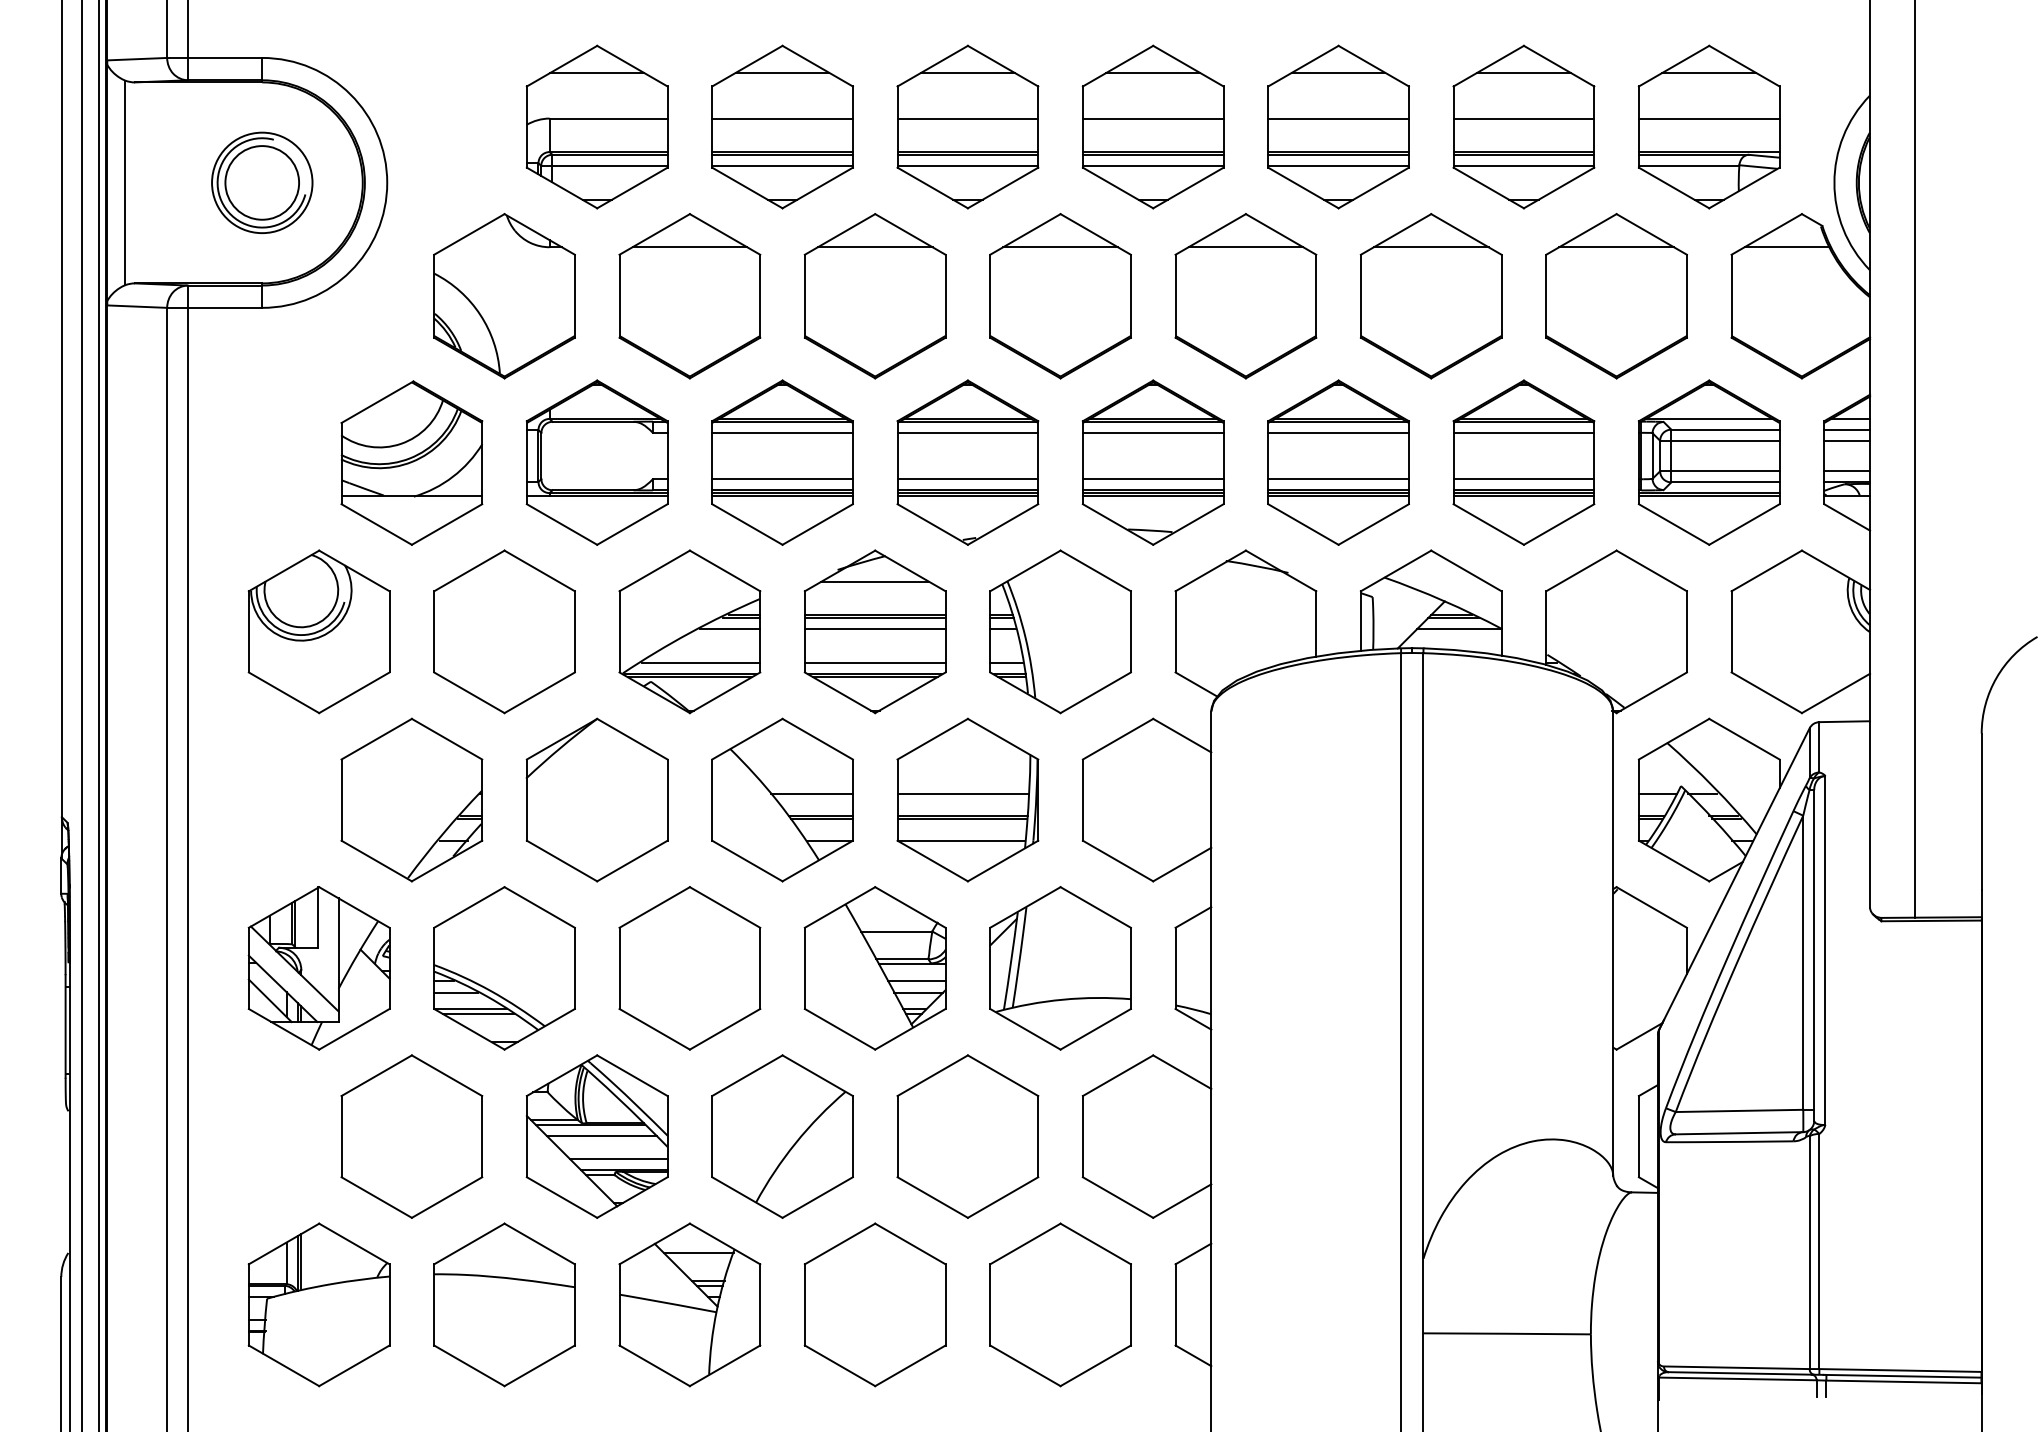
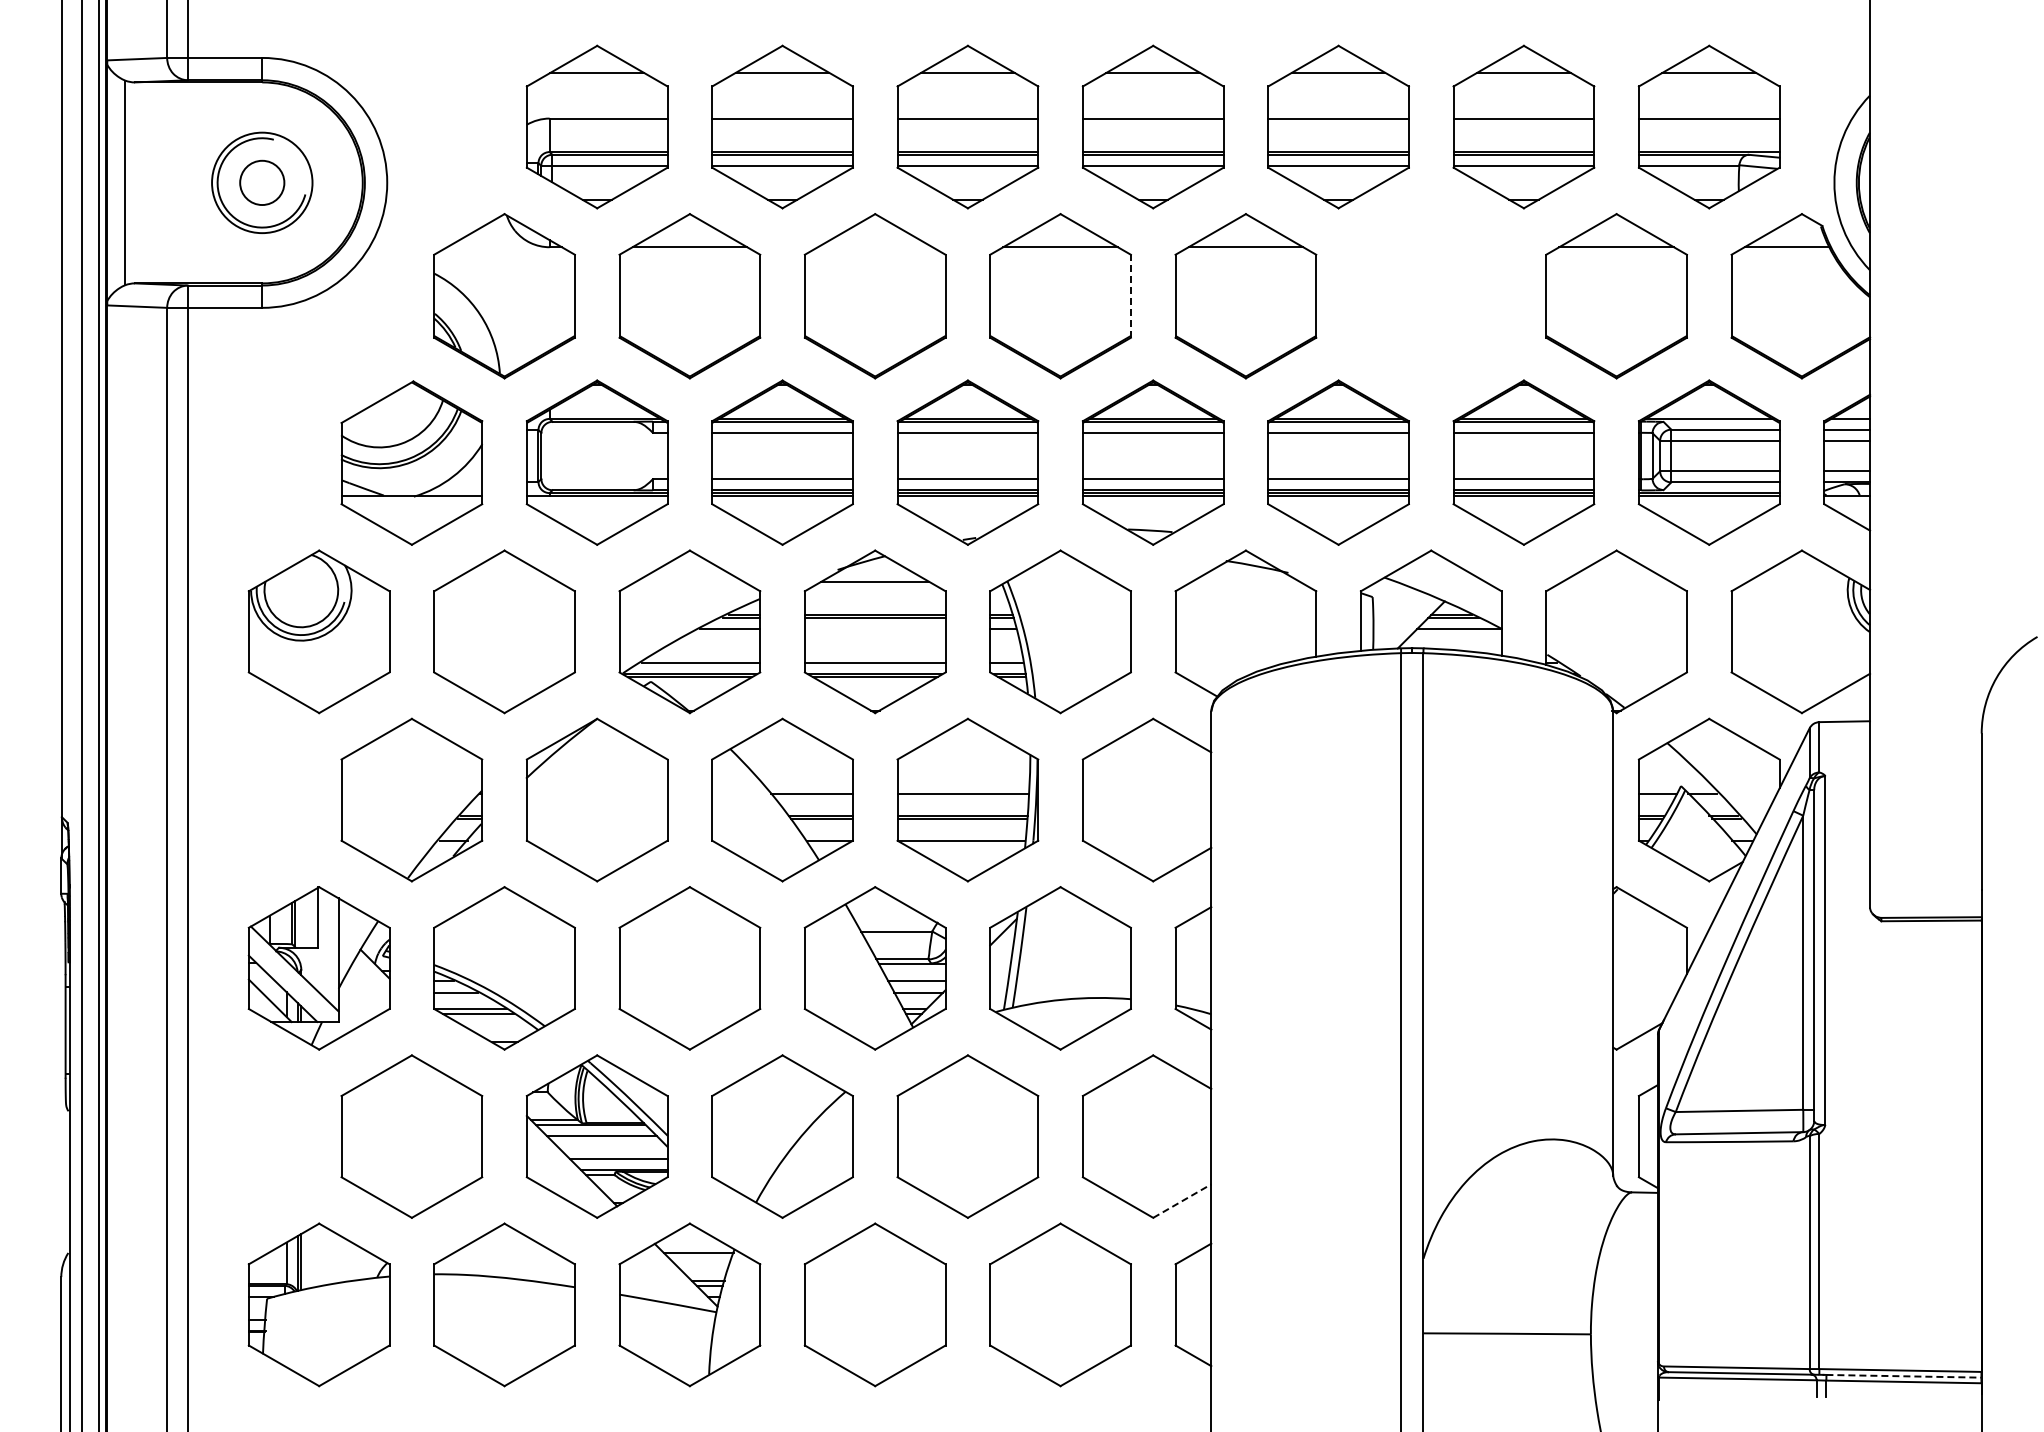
circle at (262, 182) diameter: 74 px -> 44 px
line at (874, 247): present -> none
line at (1130, 296): solid -> dashed
part at (1430, 296): present -> none
line at (1914, 459): present -> none
line at (874, 629): present -> none
line at (1182, 1201): solid -> dashed
line at (1903, 1376): solid -> dashed
